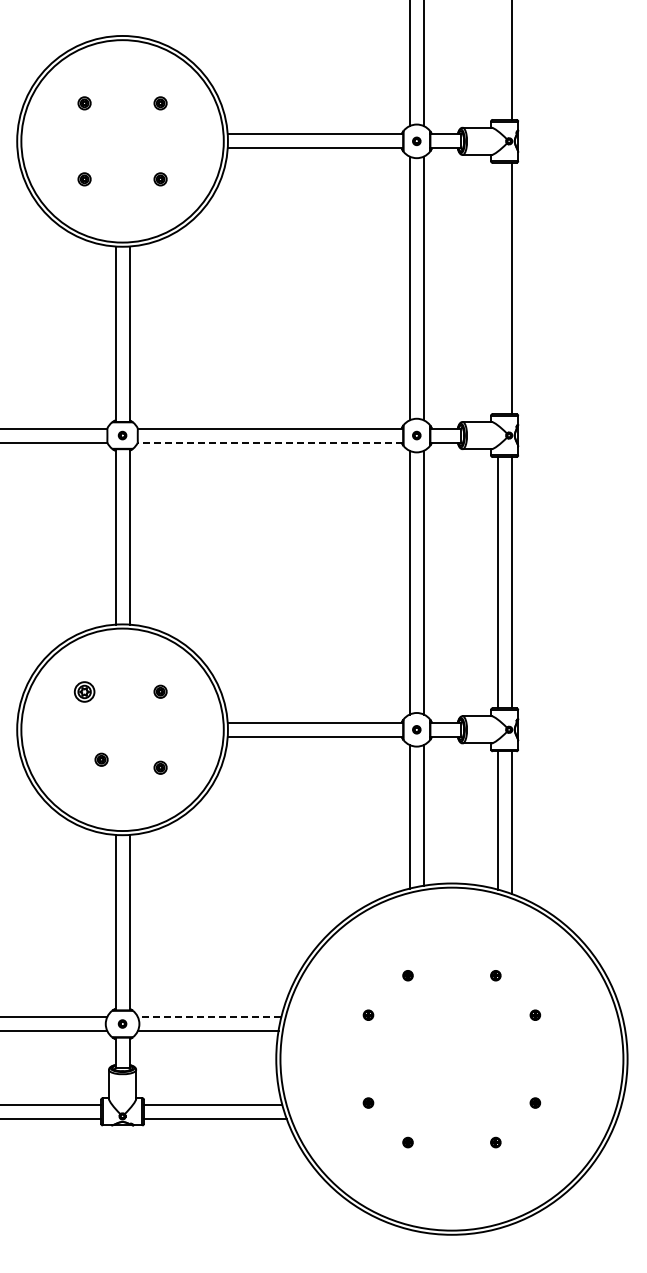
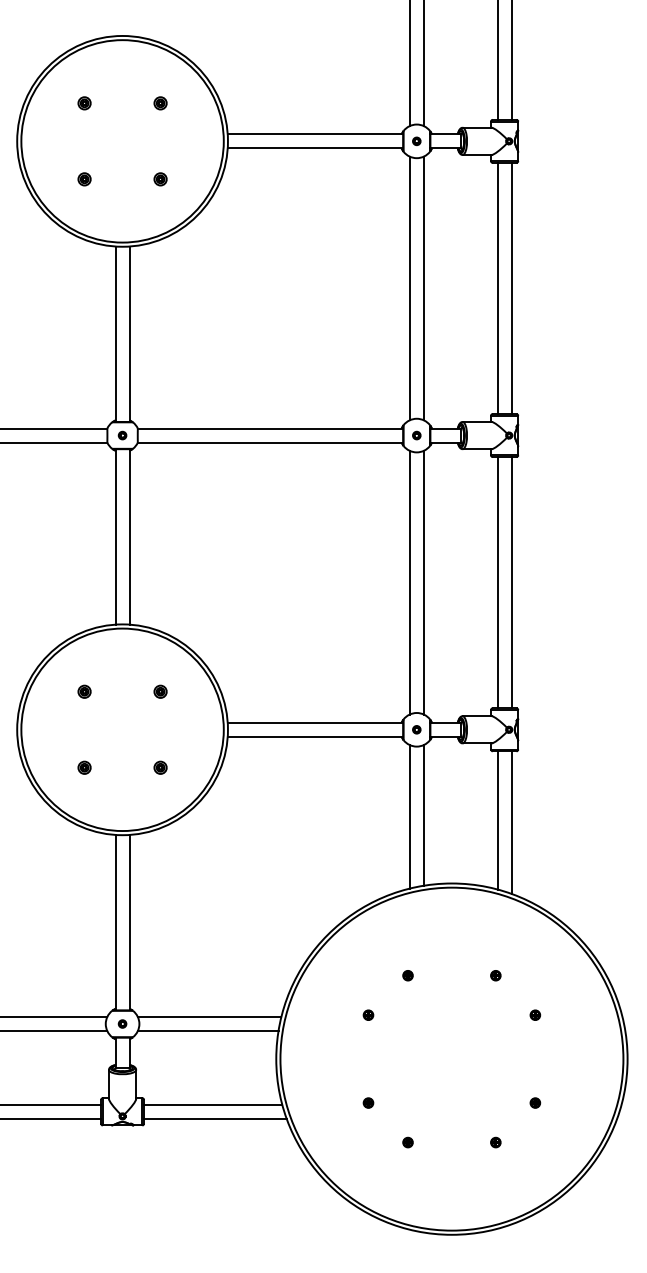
line at (497, 60): none -> present
line at (497, 288): none -> present
line at (270, 442): dashed -> solid
part at (84, 691) size: 23x22 px -> 15x15 px
part at (101, 759) position: (101, 759) -> (84, 767)
line at (209, 1017): dashed -> solid
